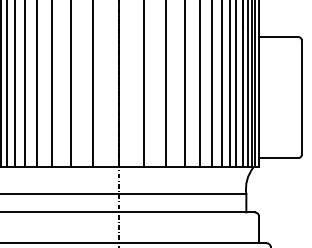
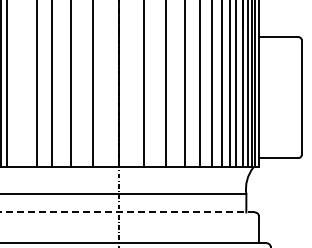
line at (14, 84): present -> none
line at (24, 84): present -> none
line at (126, 212): solid -> dashed
